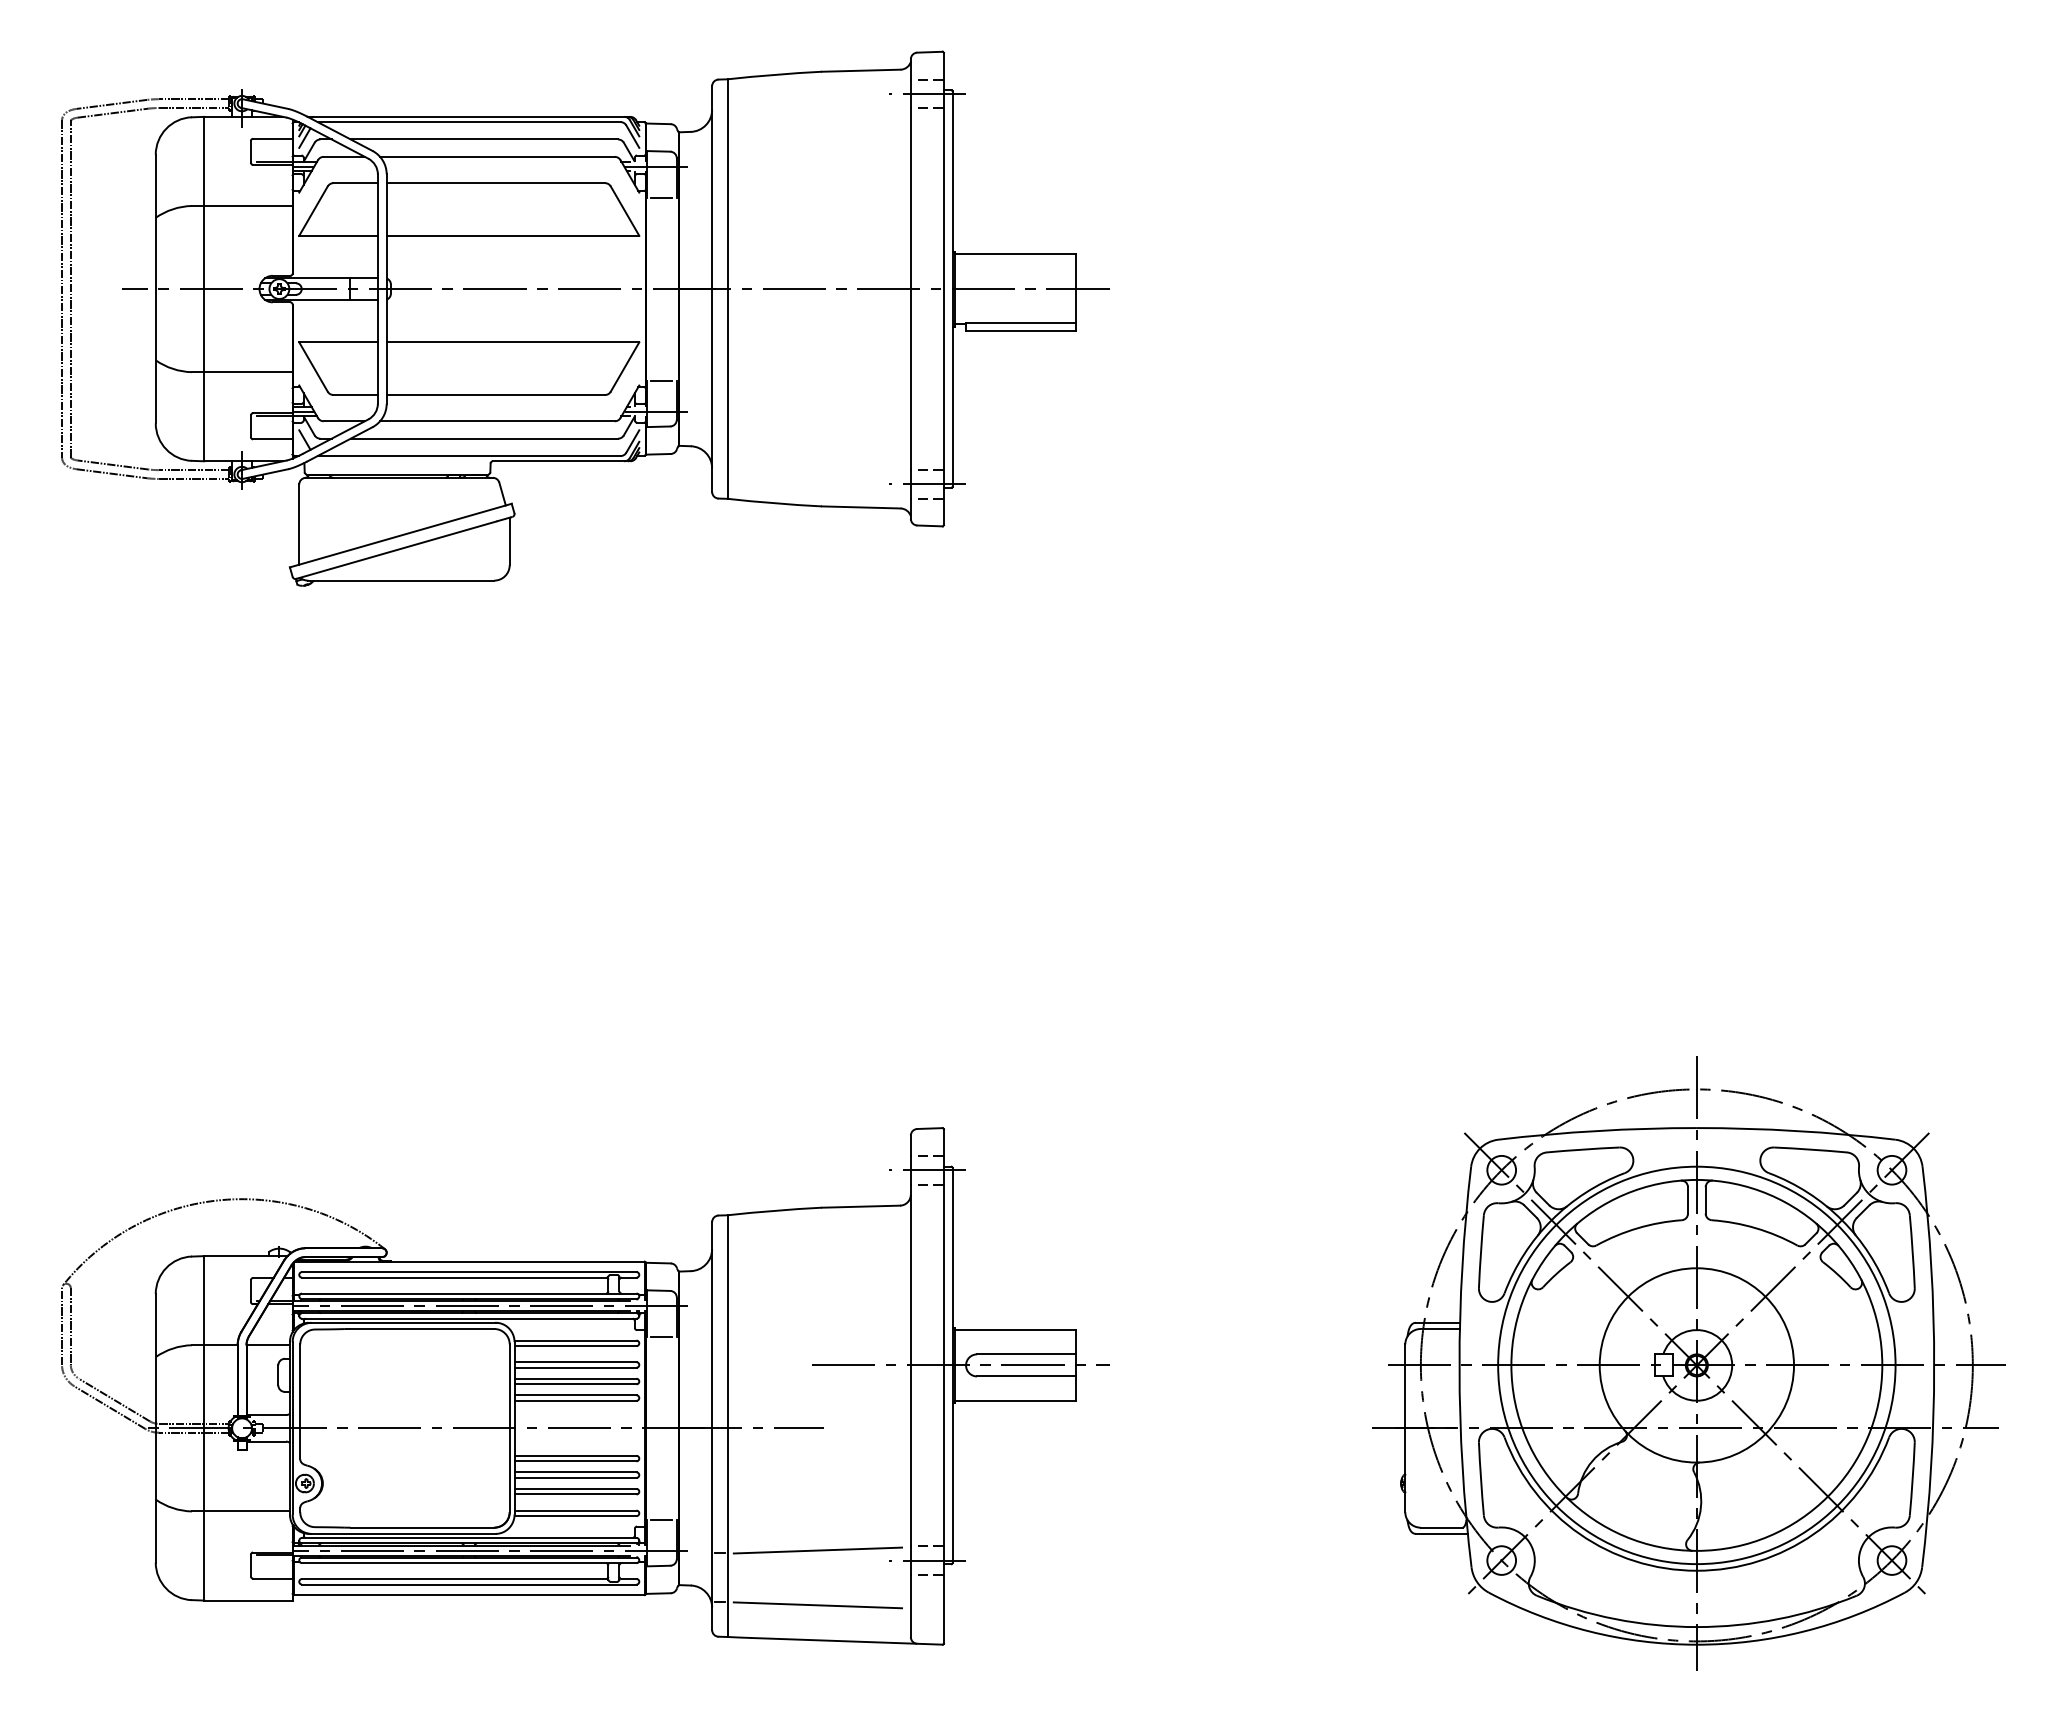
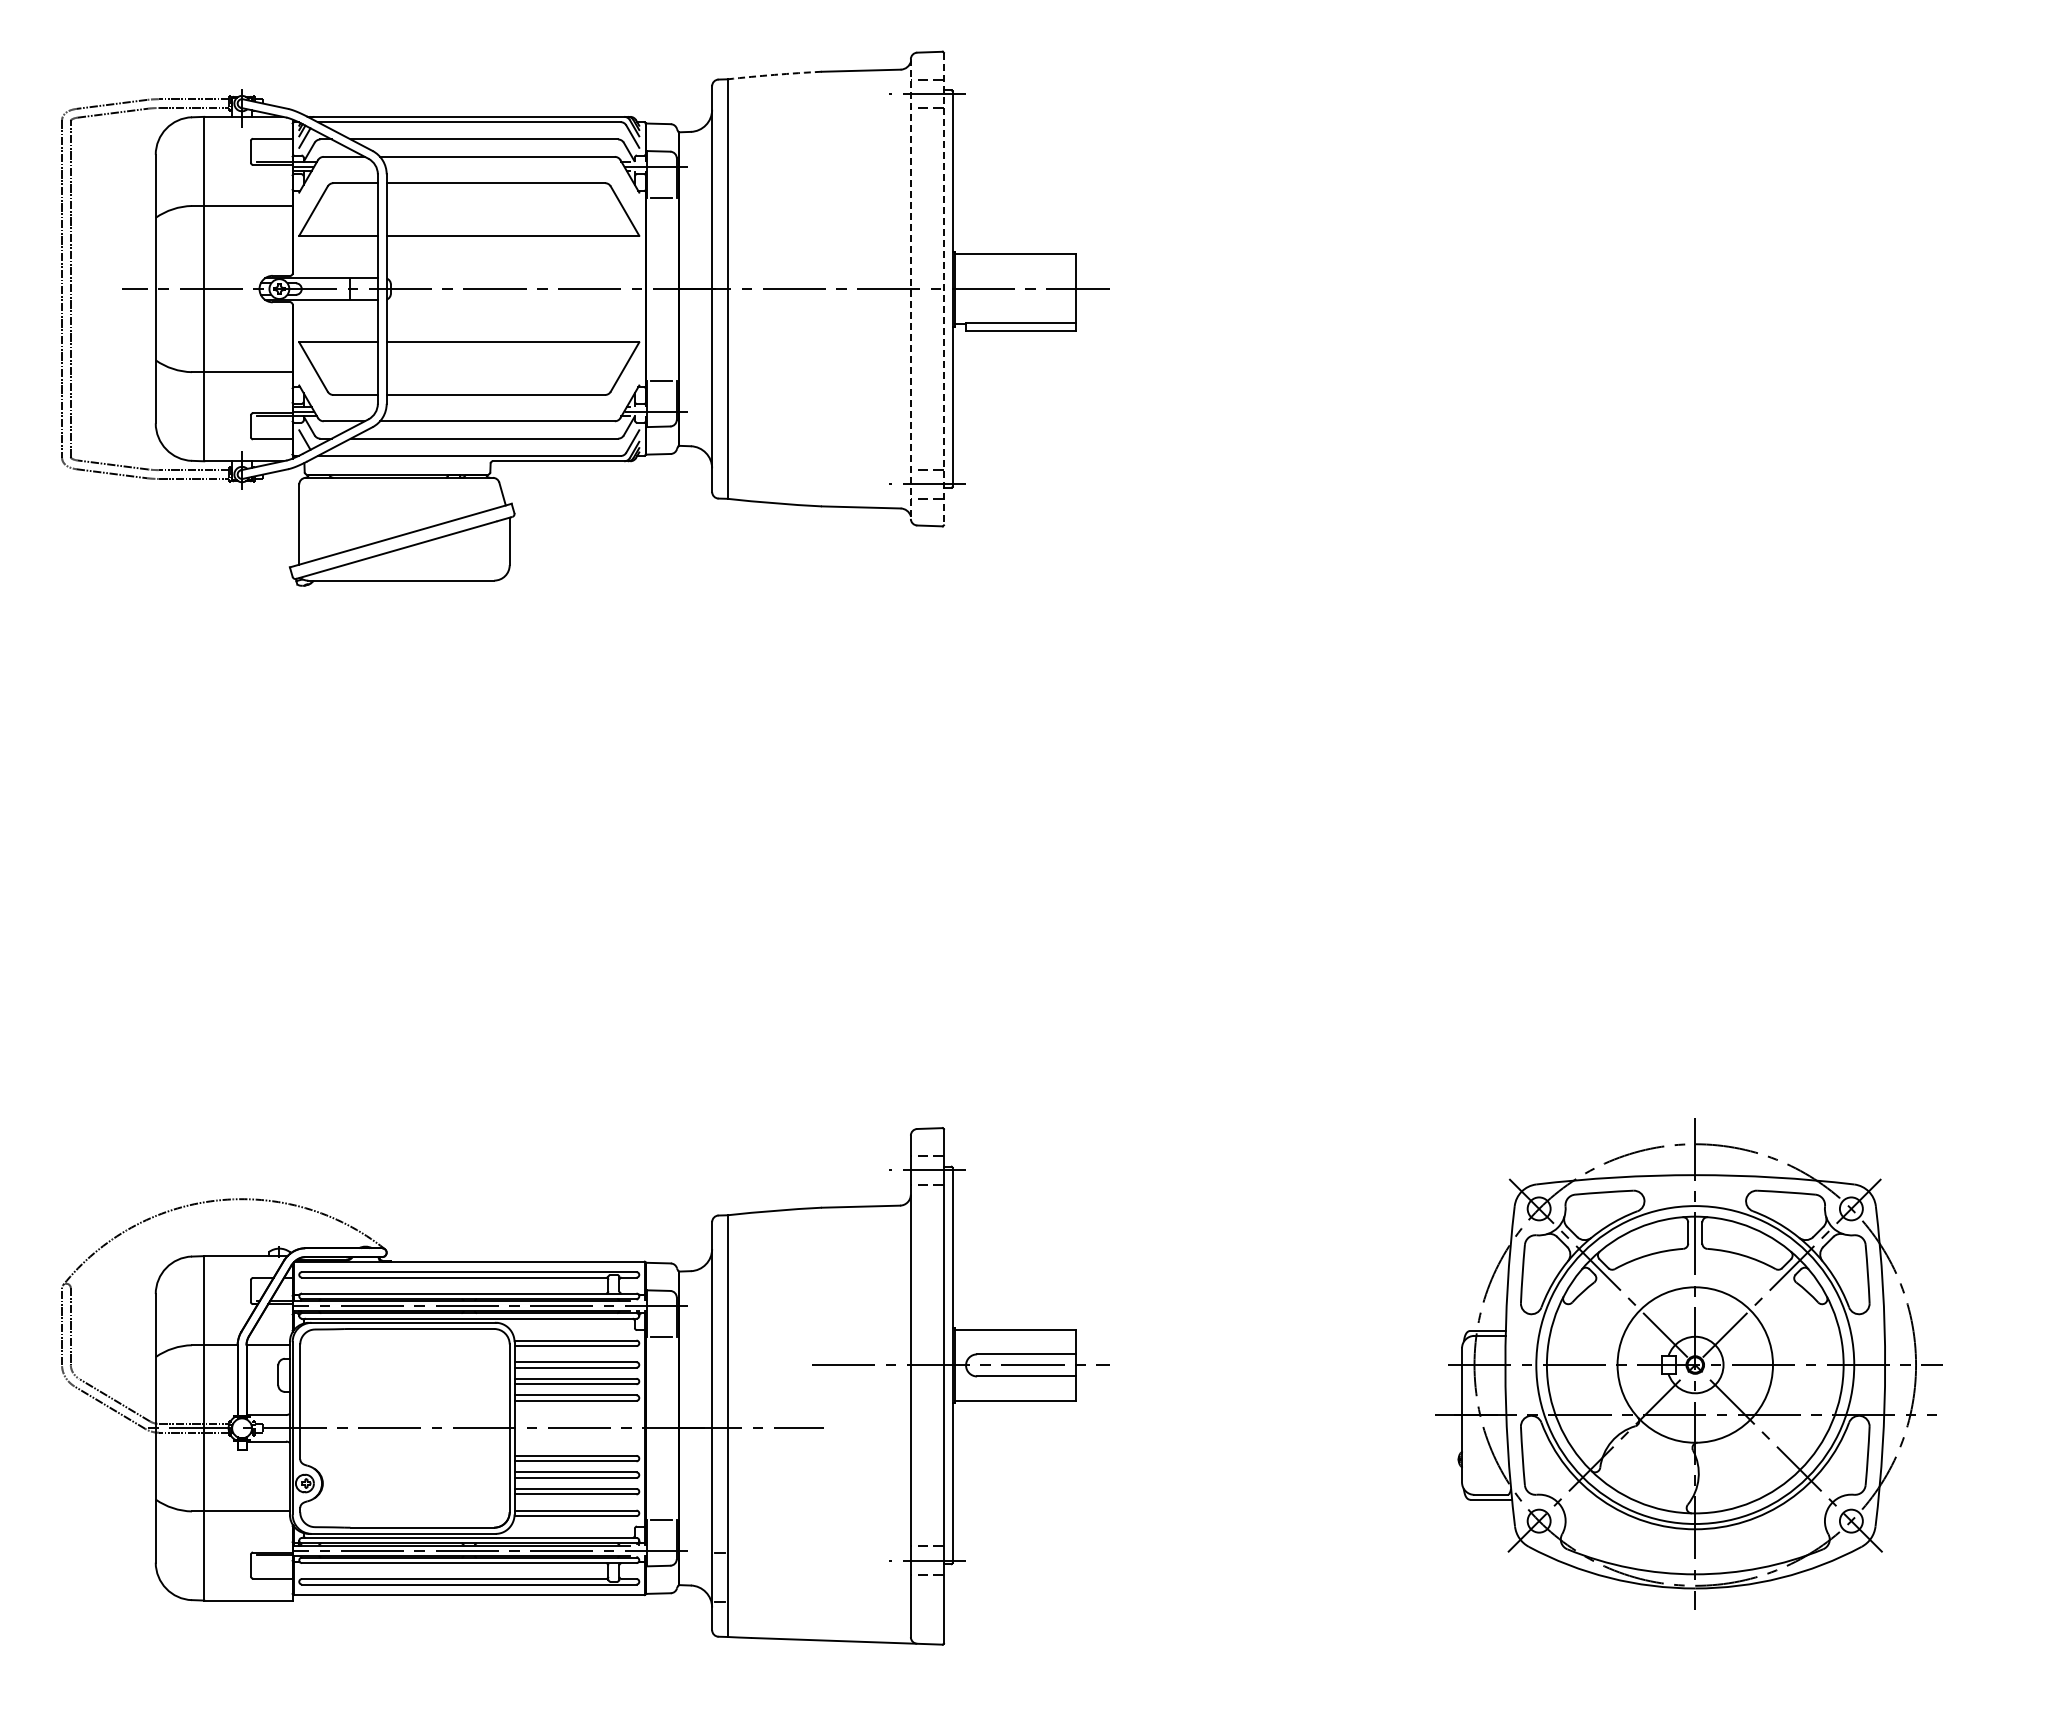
arc at (774, 74): solid -> dashed
line at (910, 289): solid -> dashed
line at (943, 289): solid -> dashed
part at (1688, 1363) size: 634x615 px -> 508x492 px
line at (817, 1550): present -> none
line at (817, 1605): present -> none
